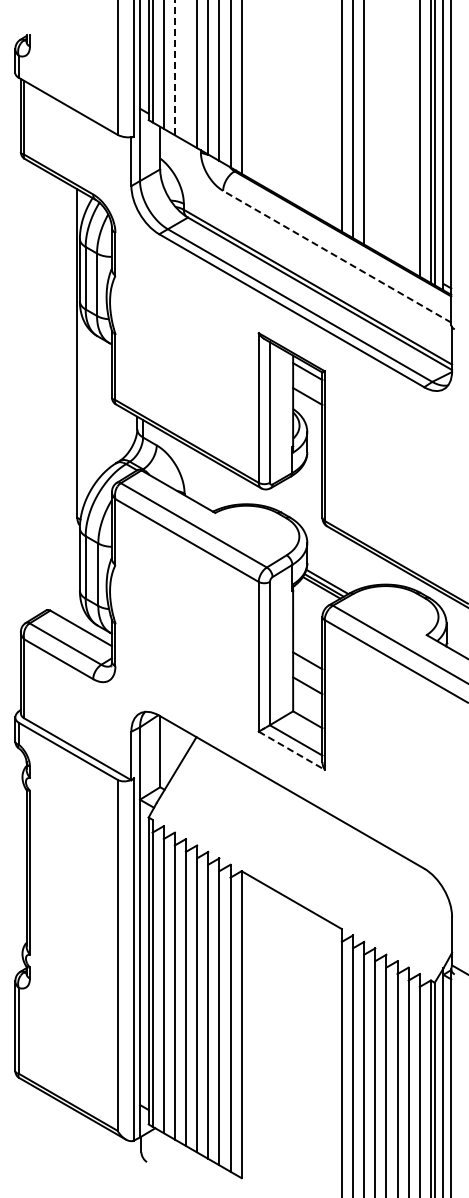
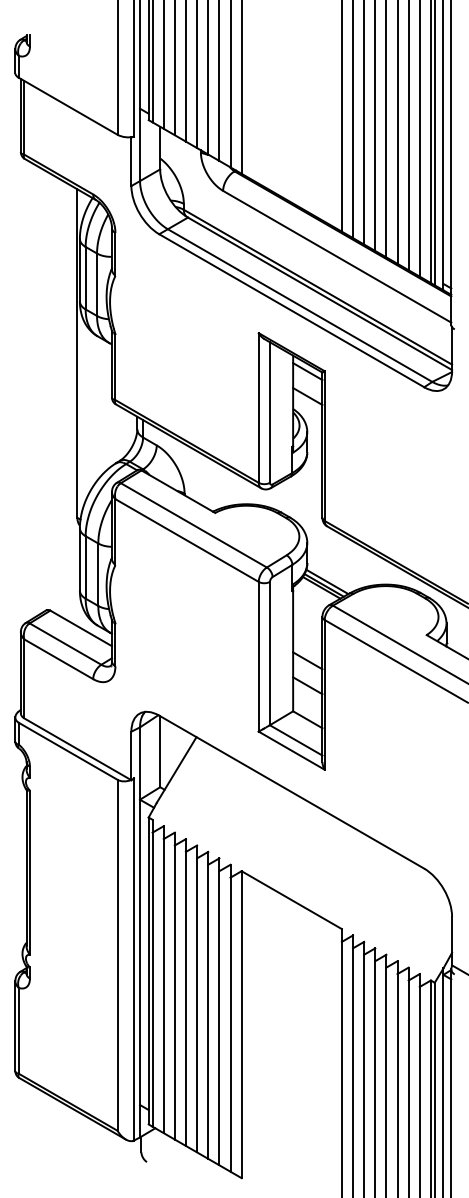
line at (174, 67): dashed -> solid
line at (185, 71): none -> present
line at (375, 126): none -> present
line at (386, 129): none -> present
line at (397, 132): none -> present
line at (408, 136): none -> present
line at (337, 256): dashed -> solid
line at (292, 750): dashed -> solid
